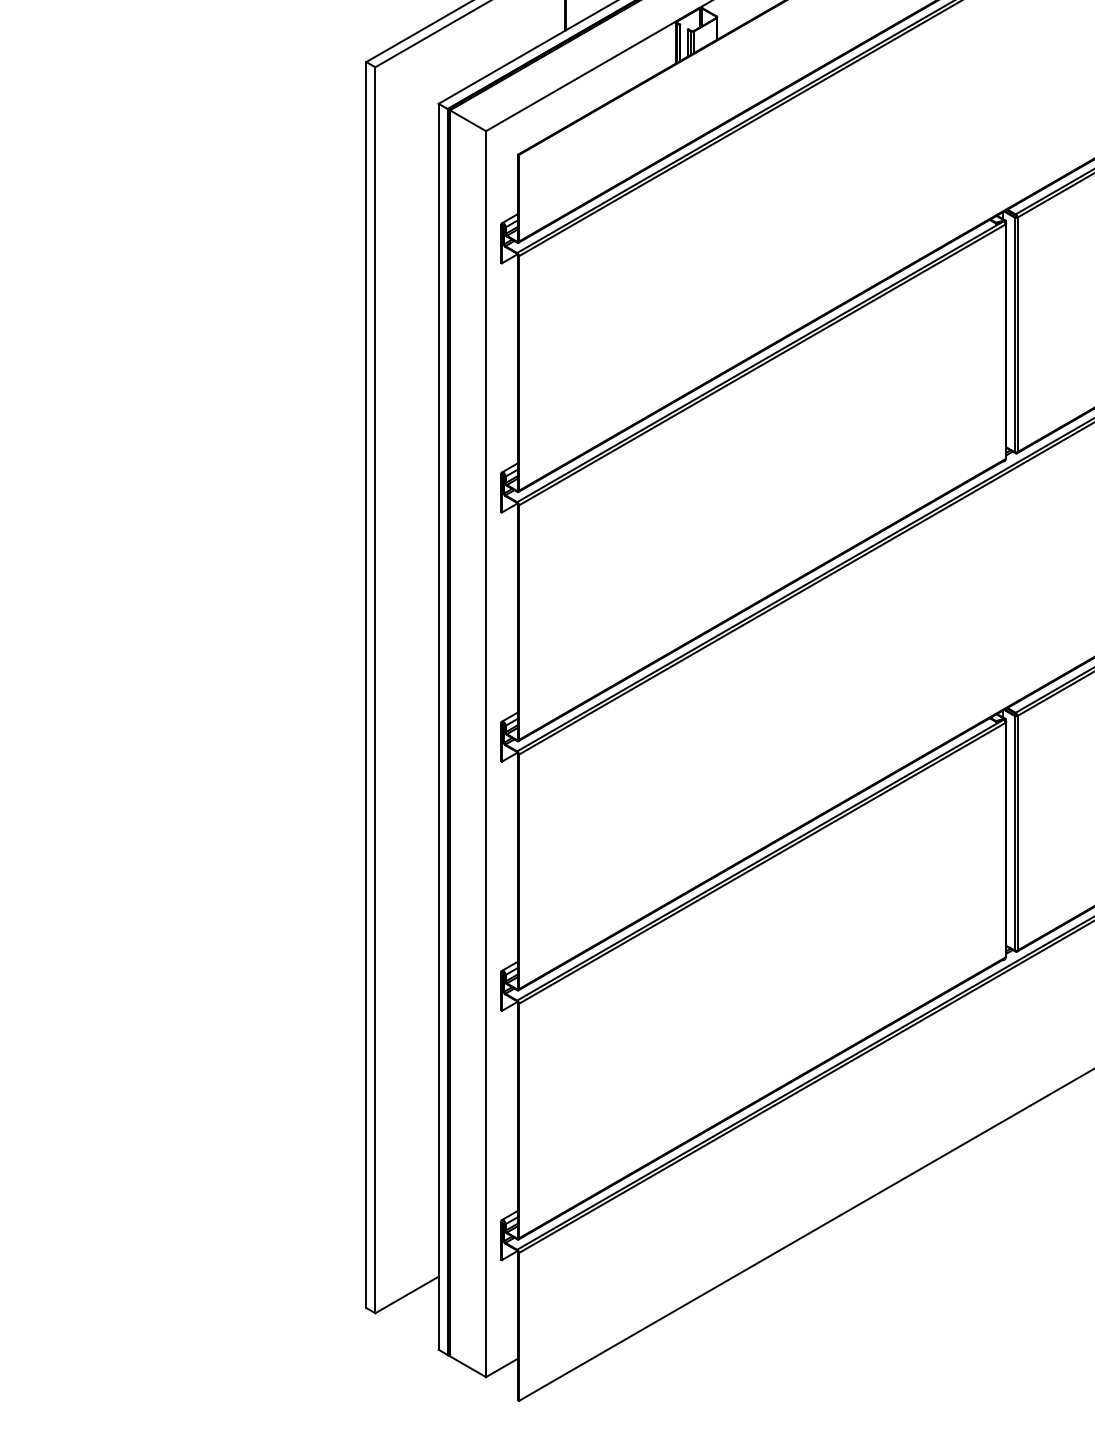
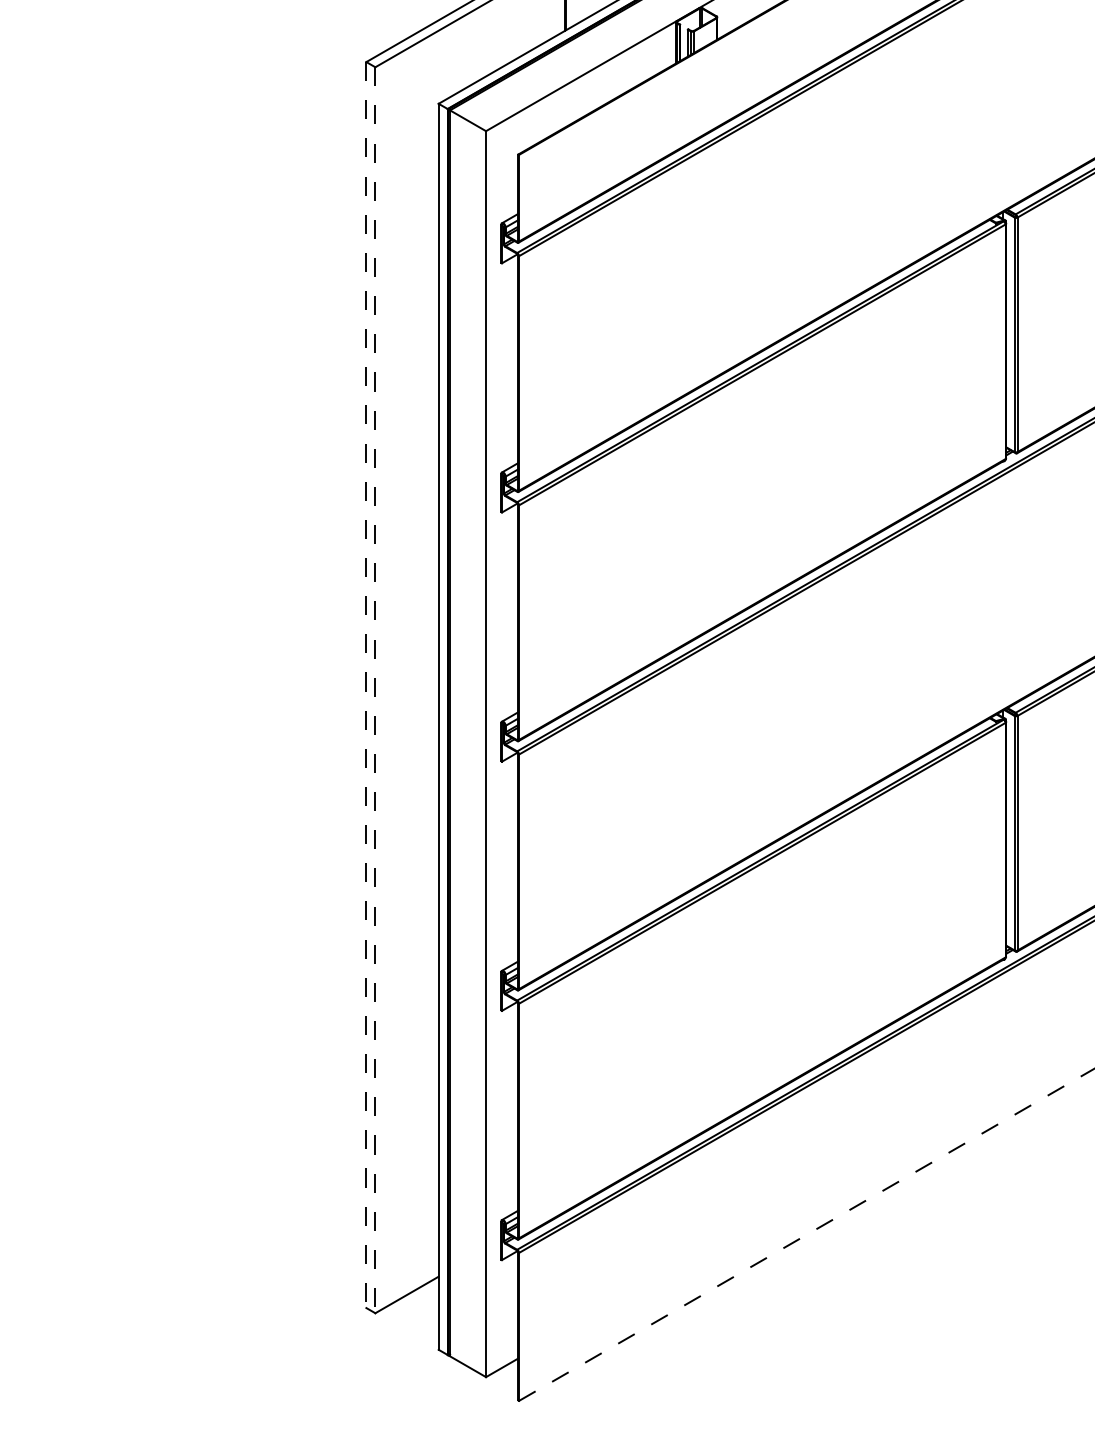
line at (366, 685): solid -> dashed
line at (375, 690): solid -> dashed
line at (807, 1234): solid -> dashed
